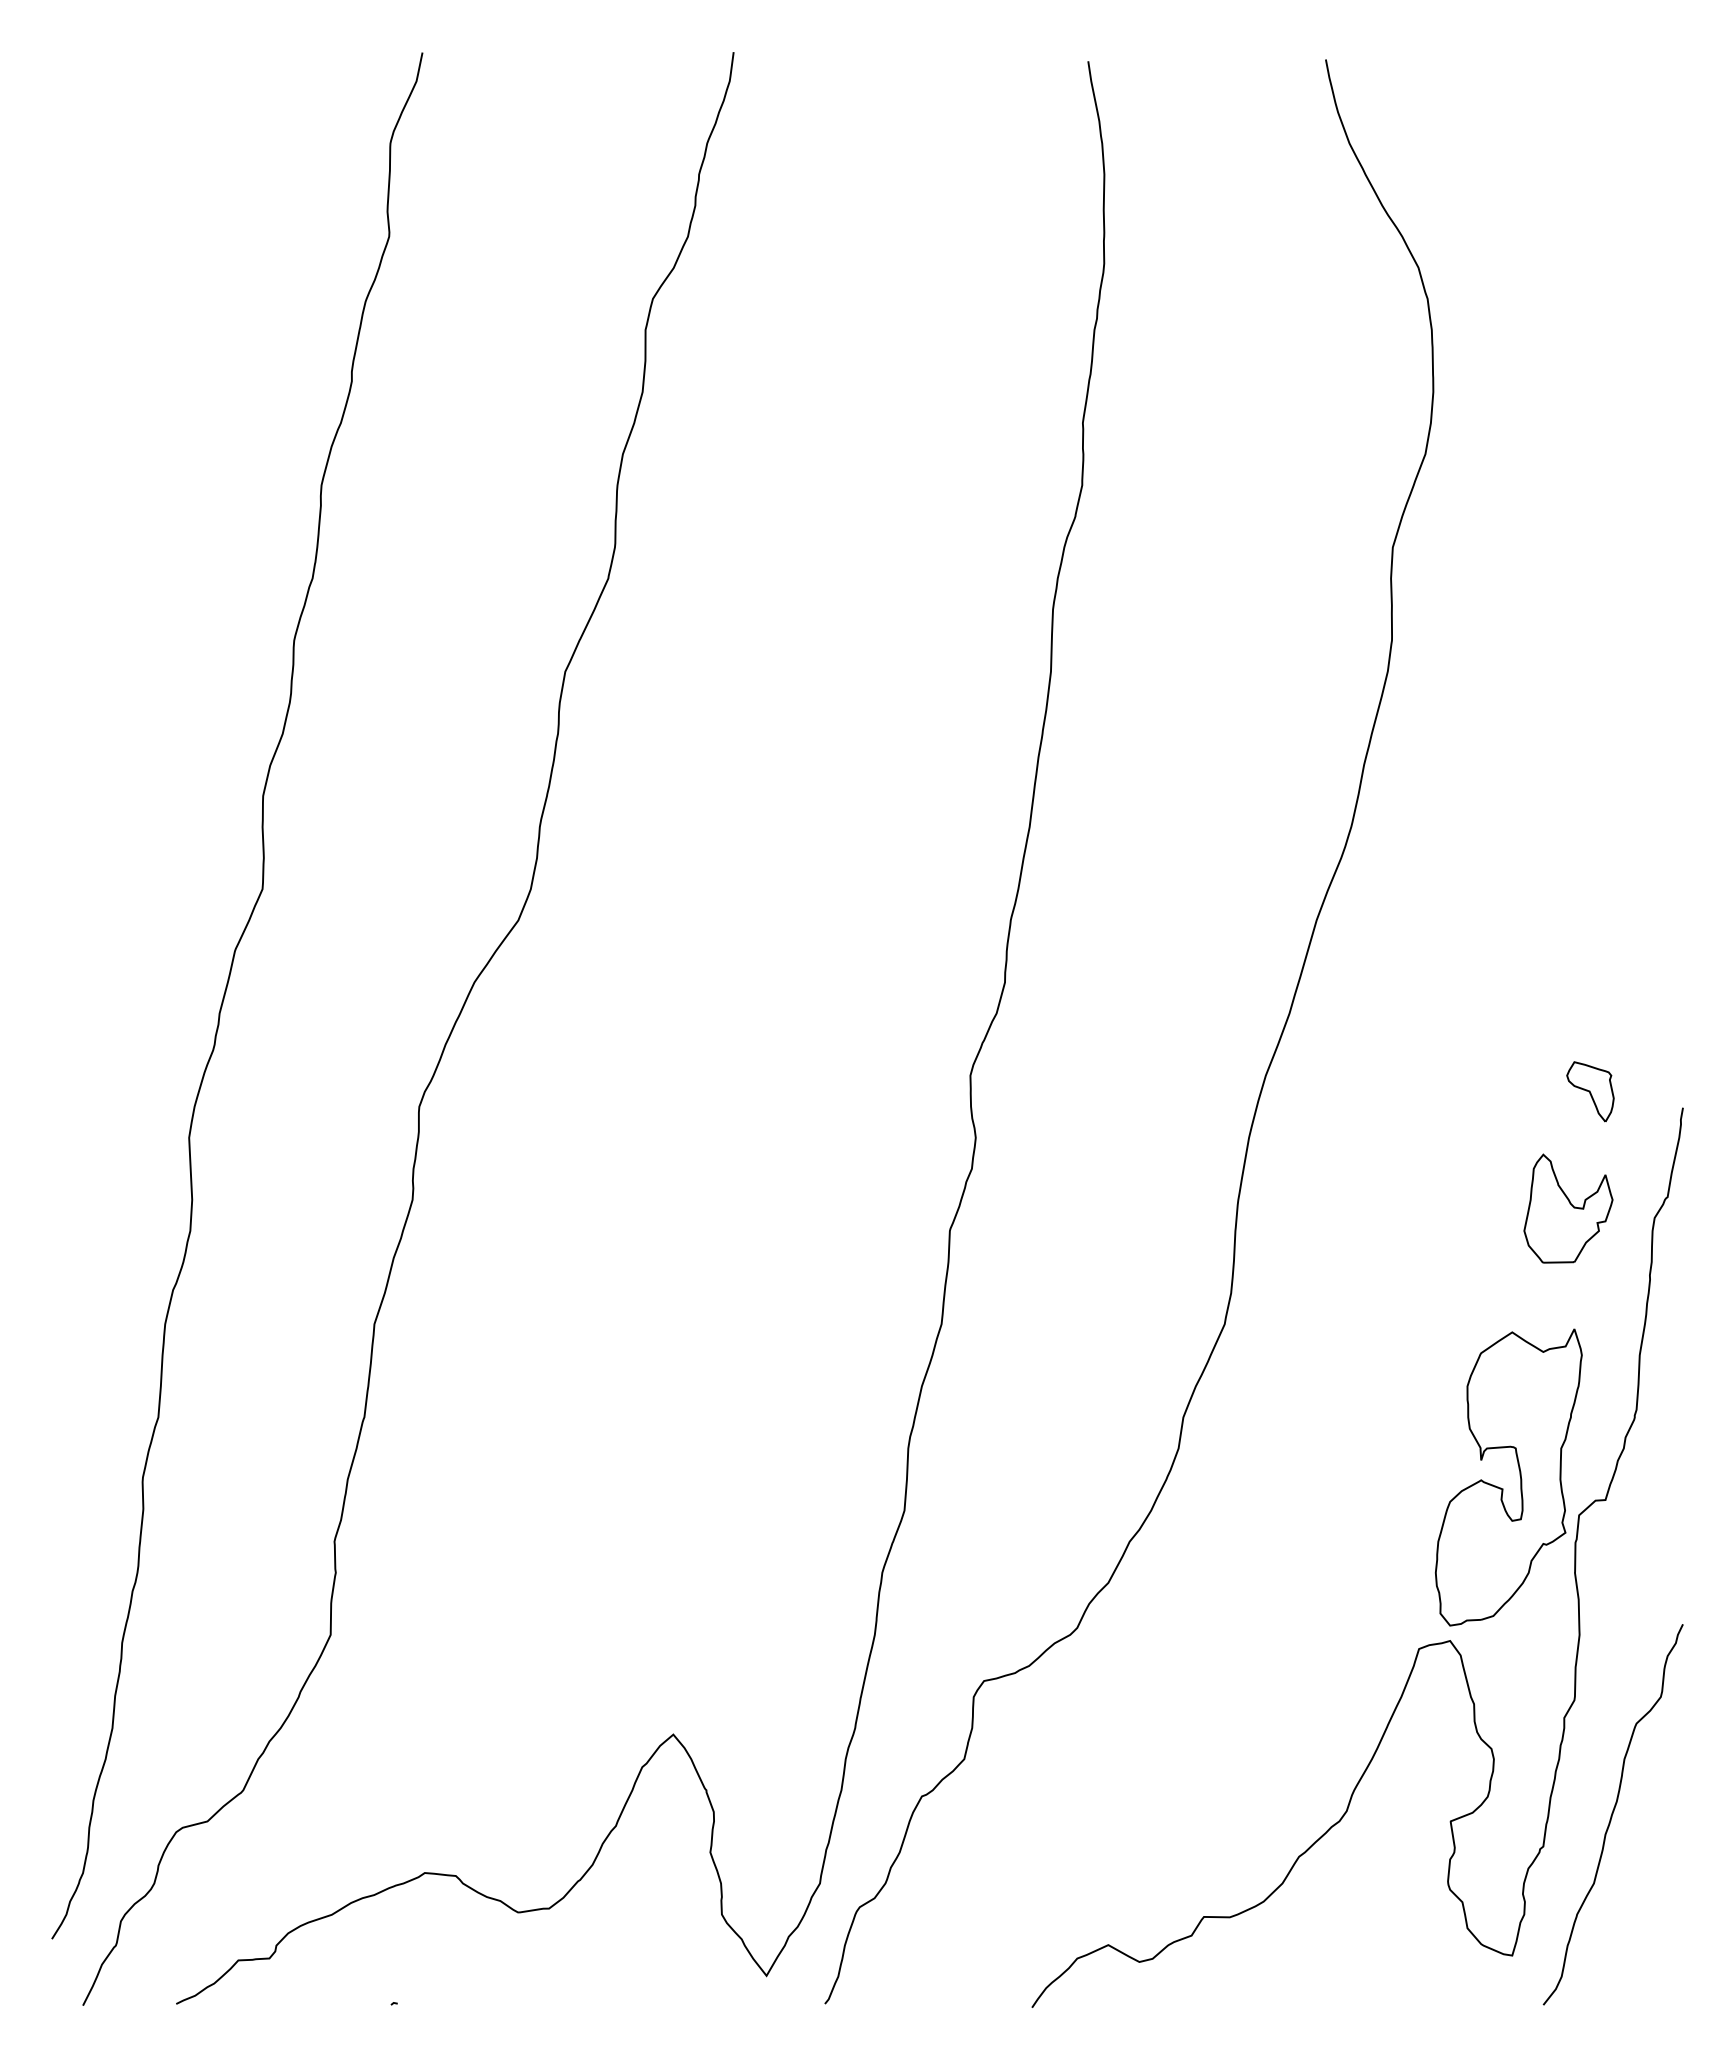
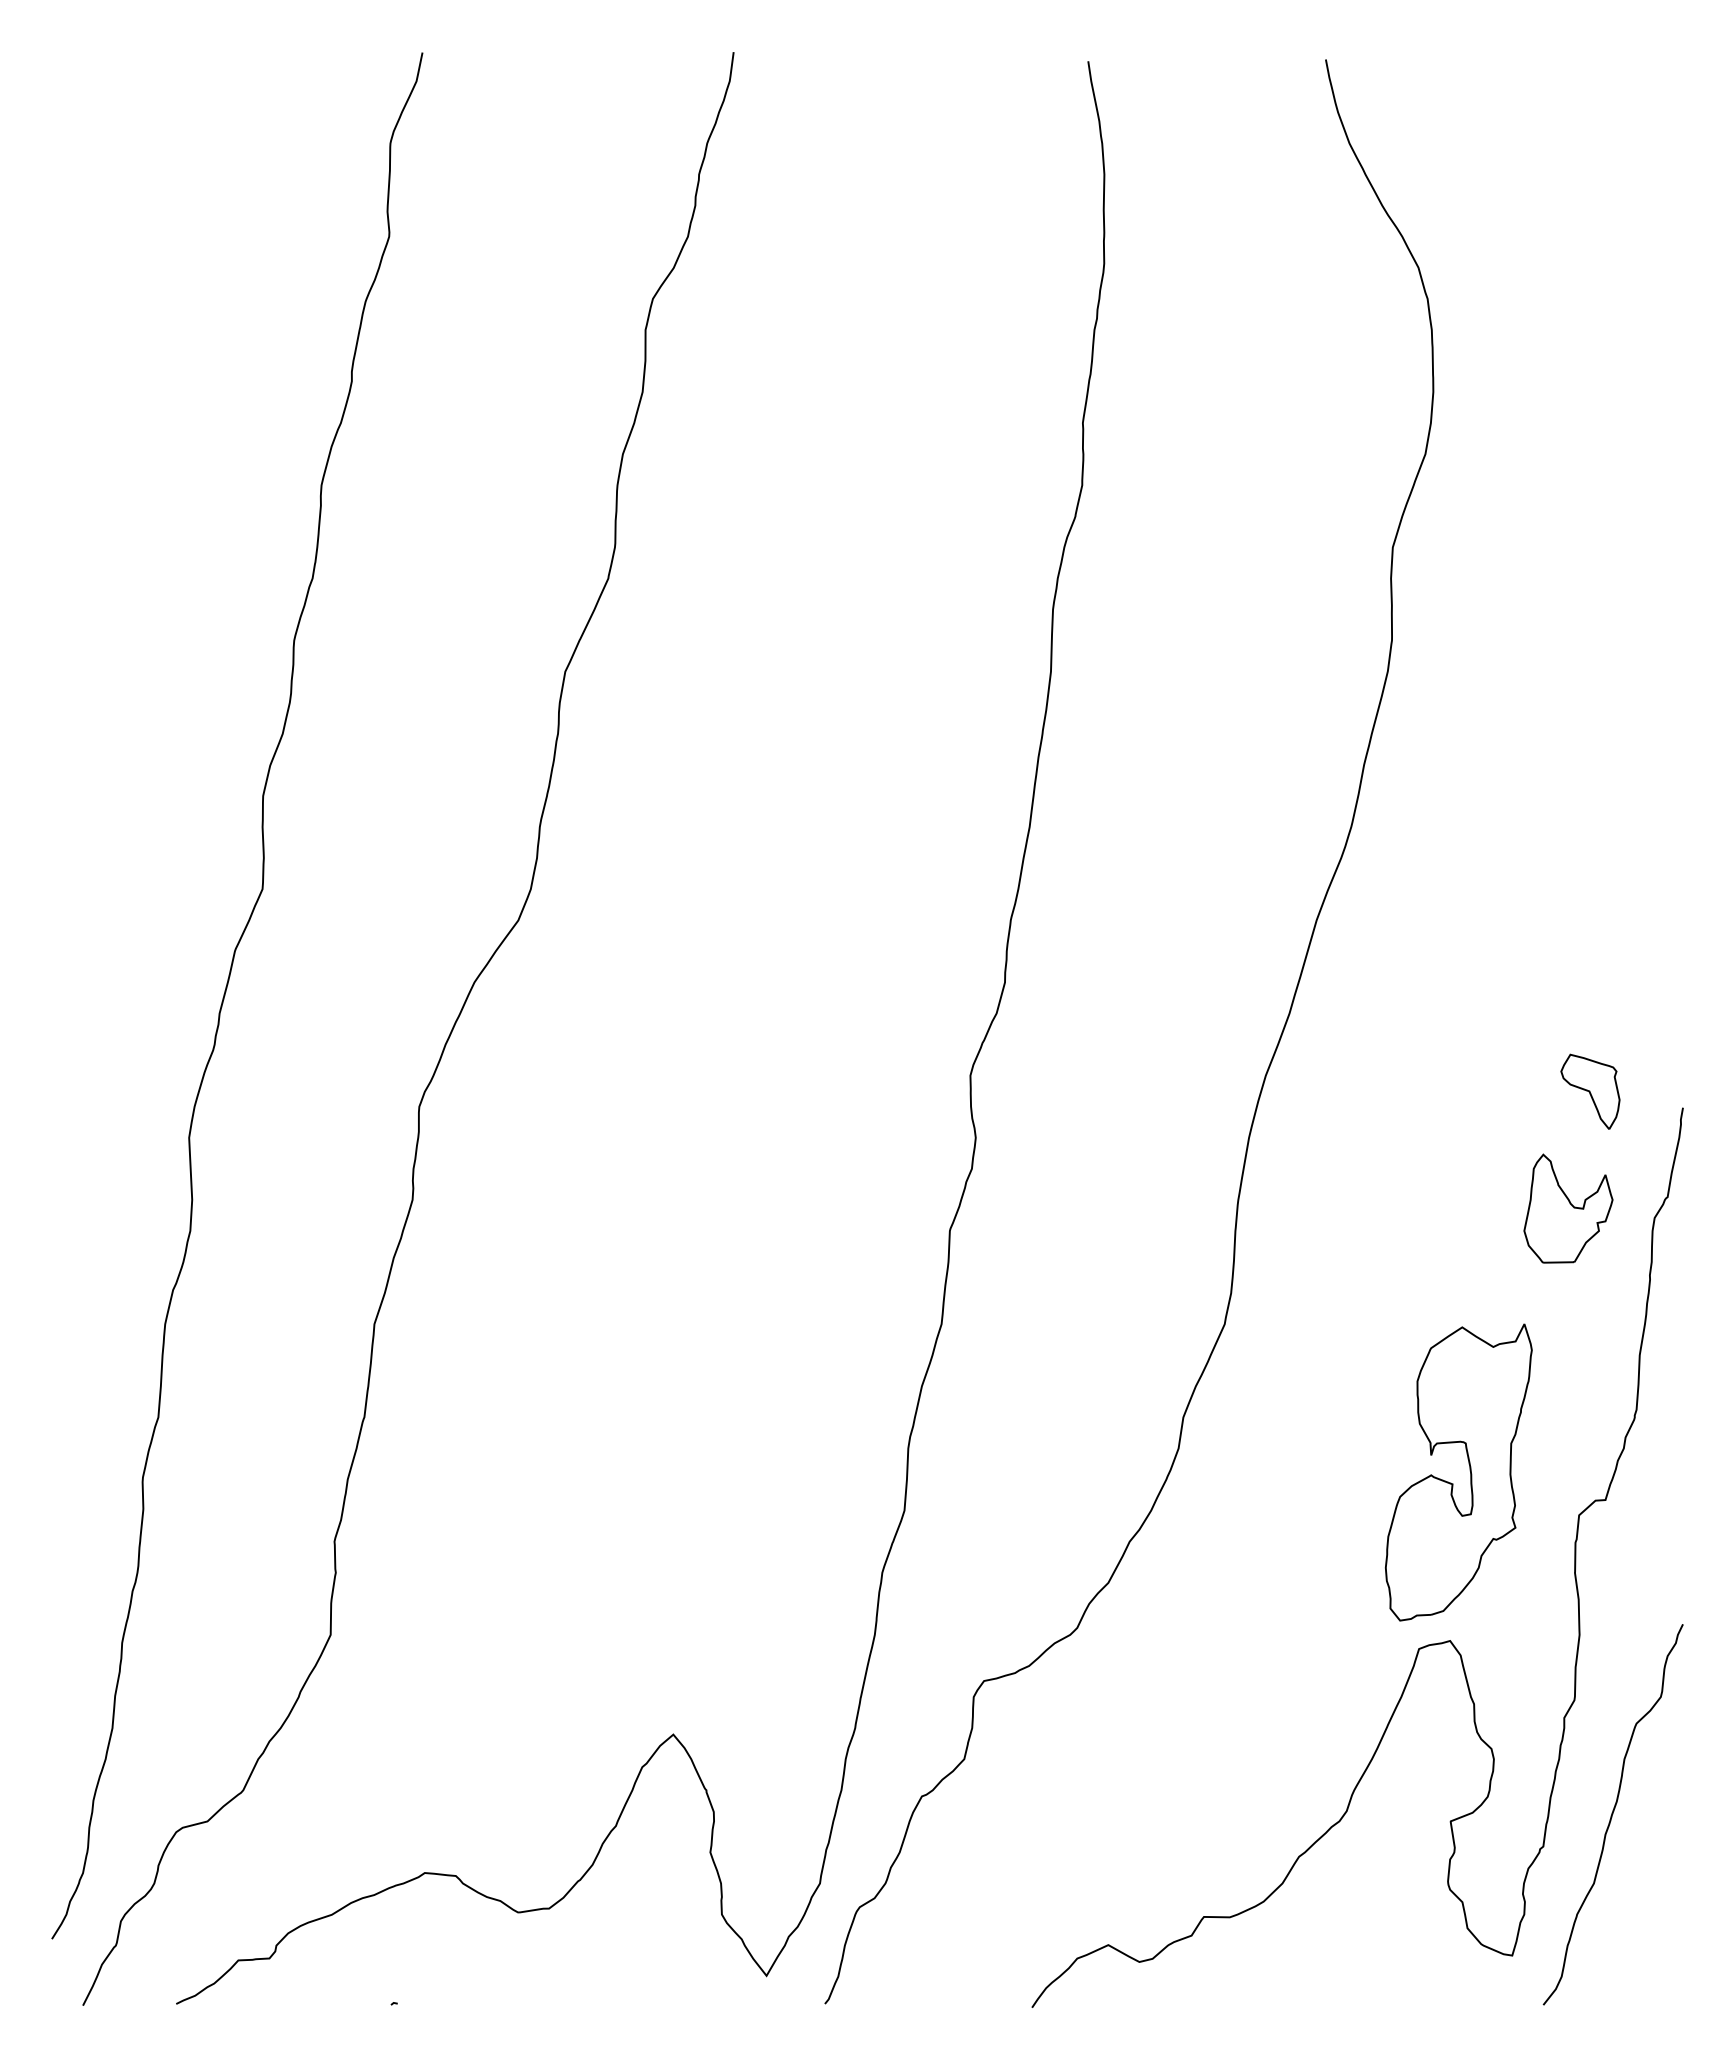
part at (1590, 1091) size: 49x62 px -> 61x77 px
part at (1519, 1475) position: (1519, 1475) -> (1469, 1470)
